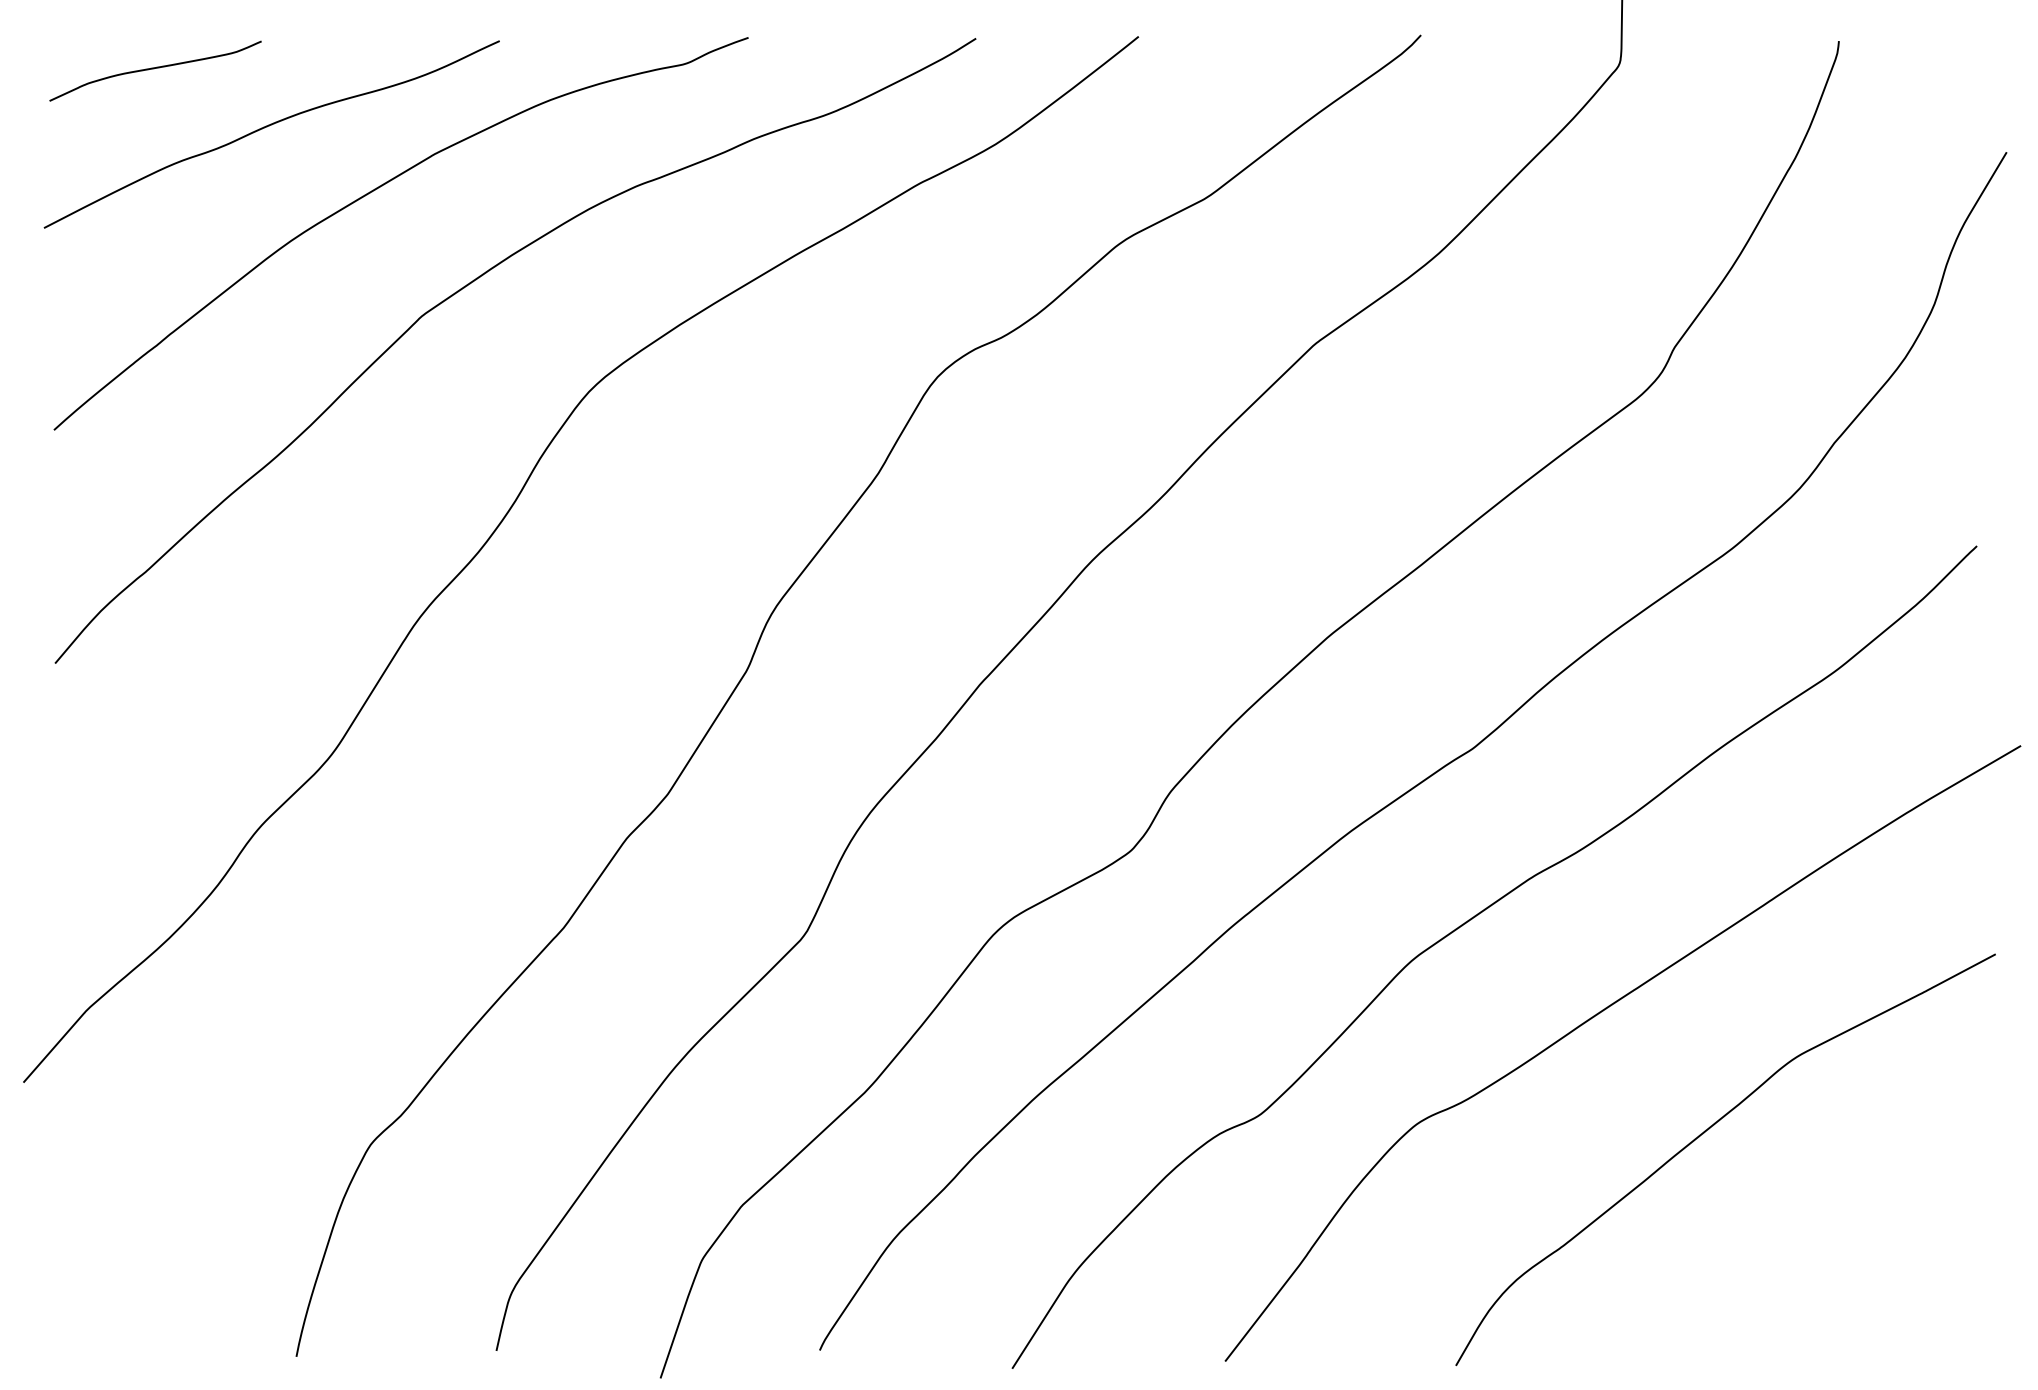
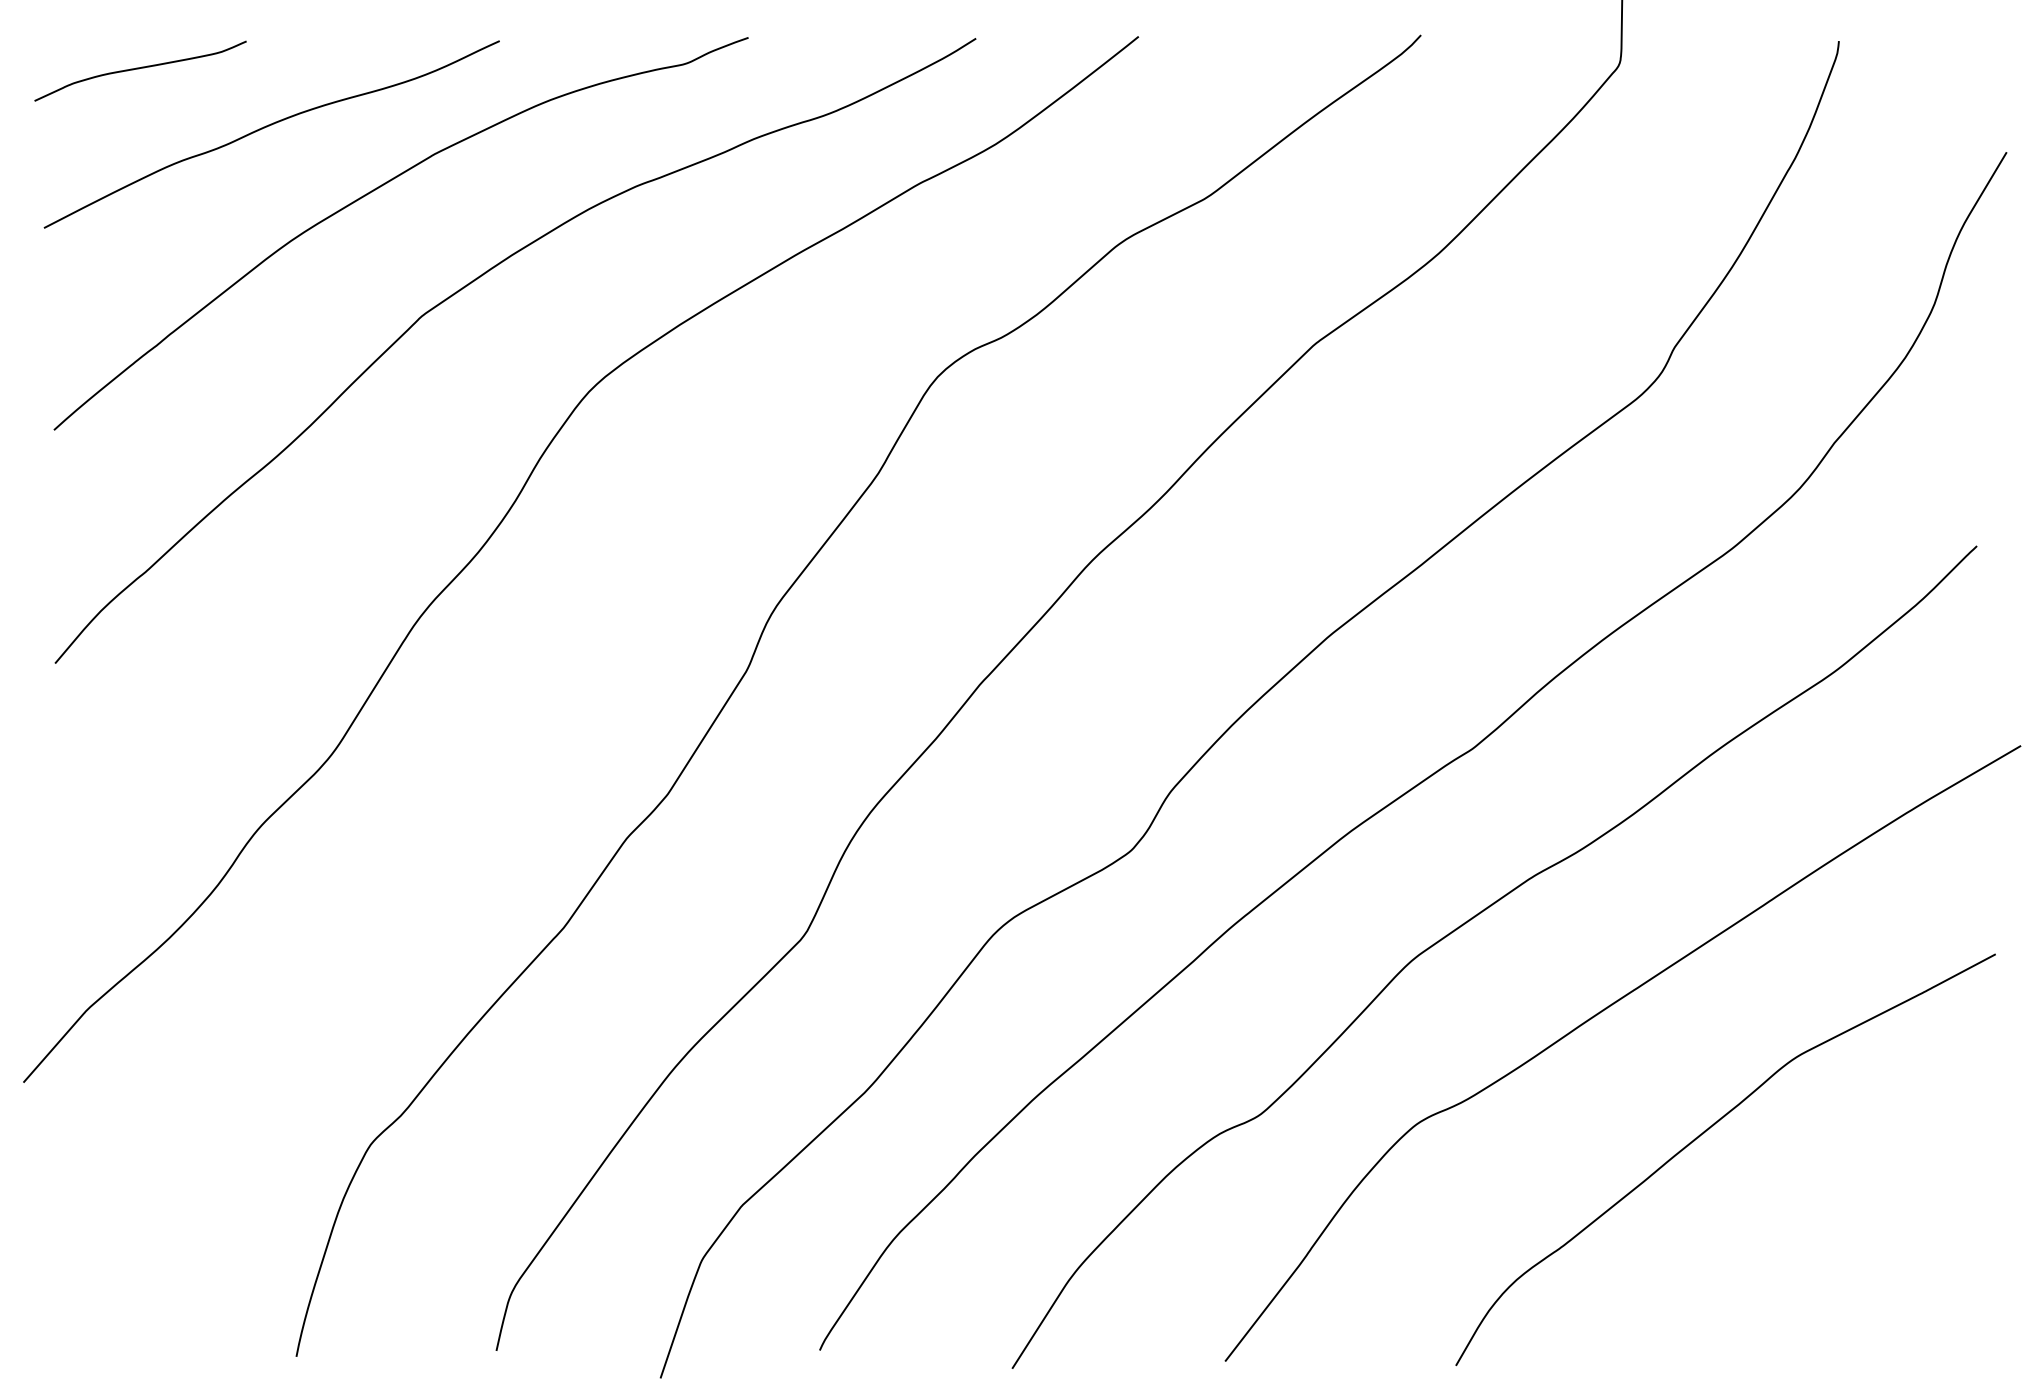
curve at (154, 69) position: (154, 69) -> (139, 69)
